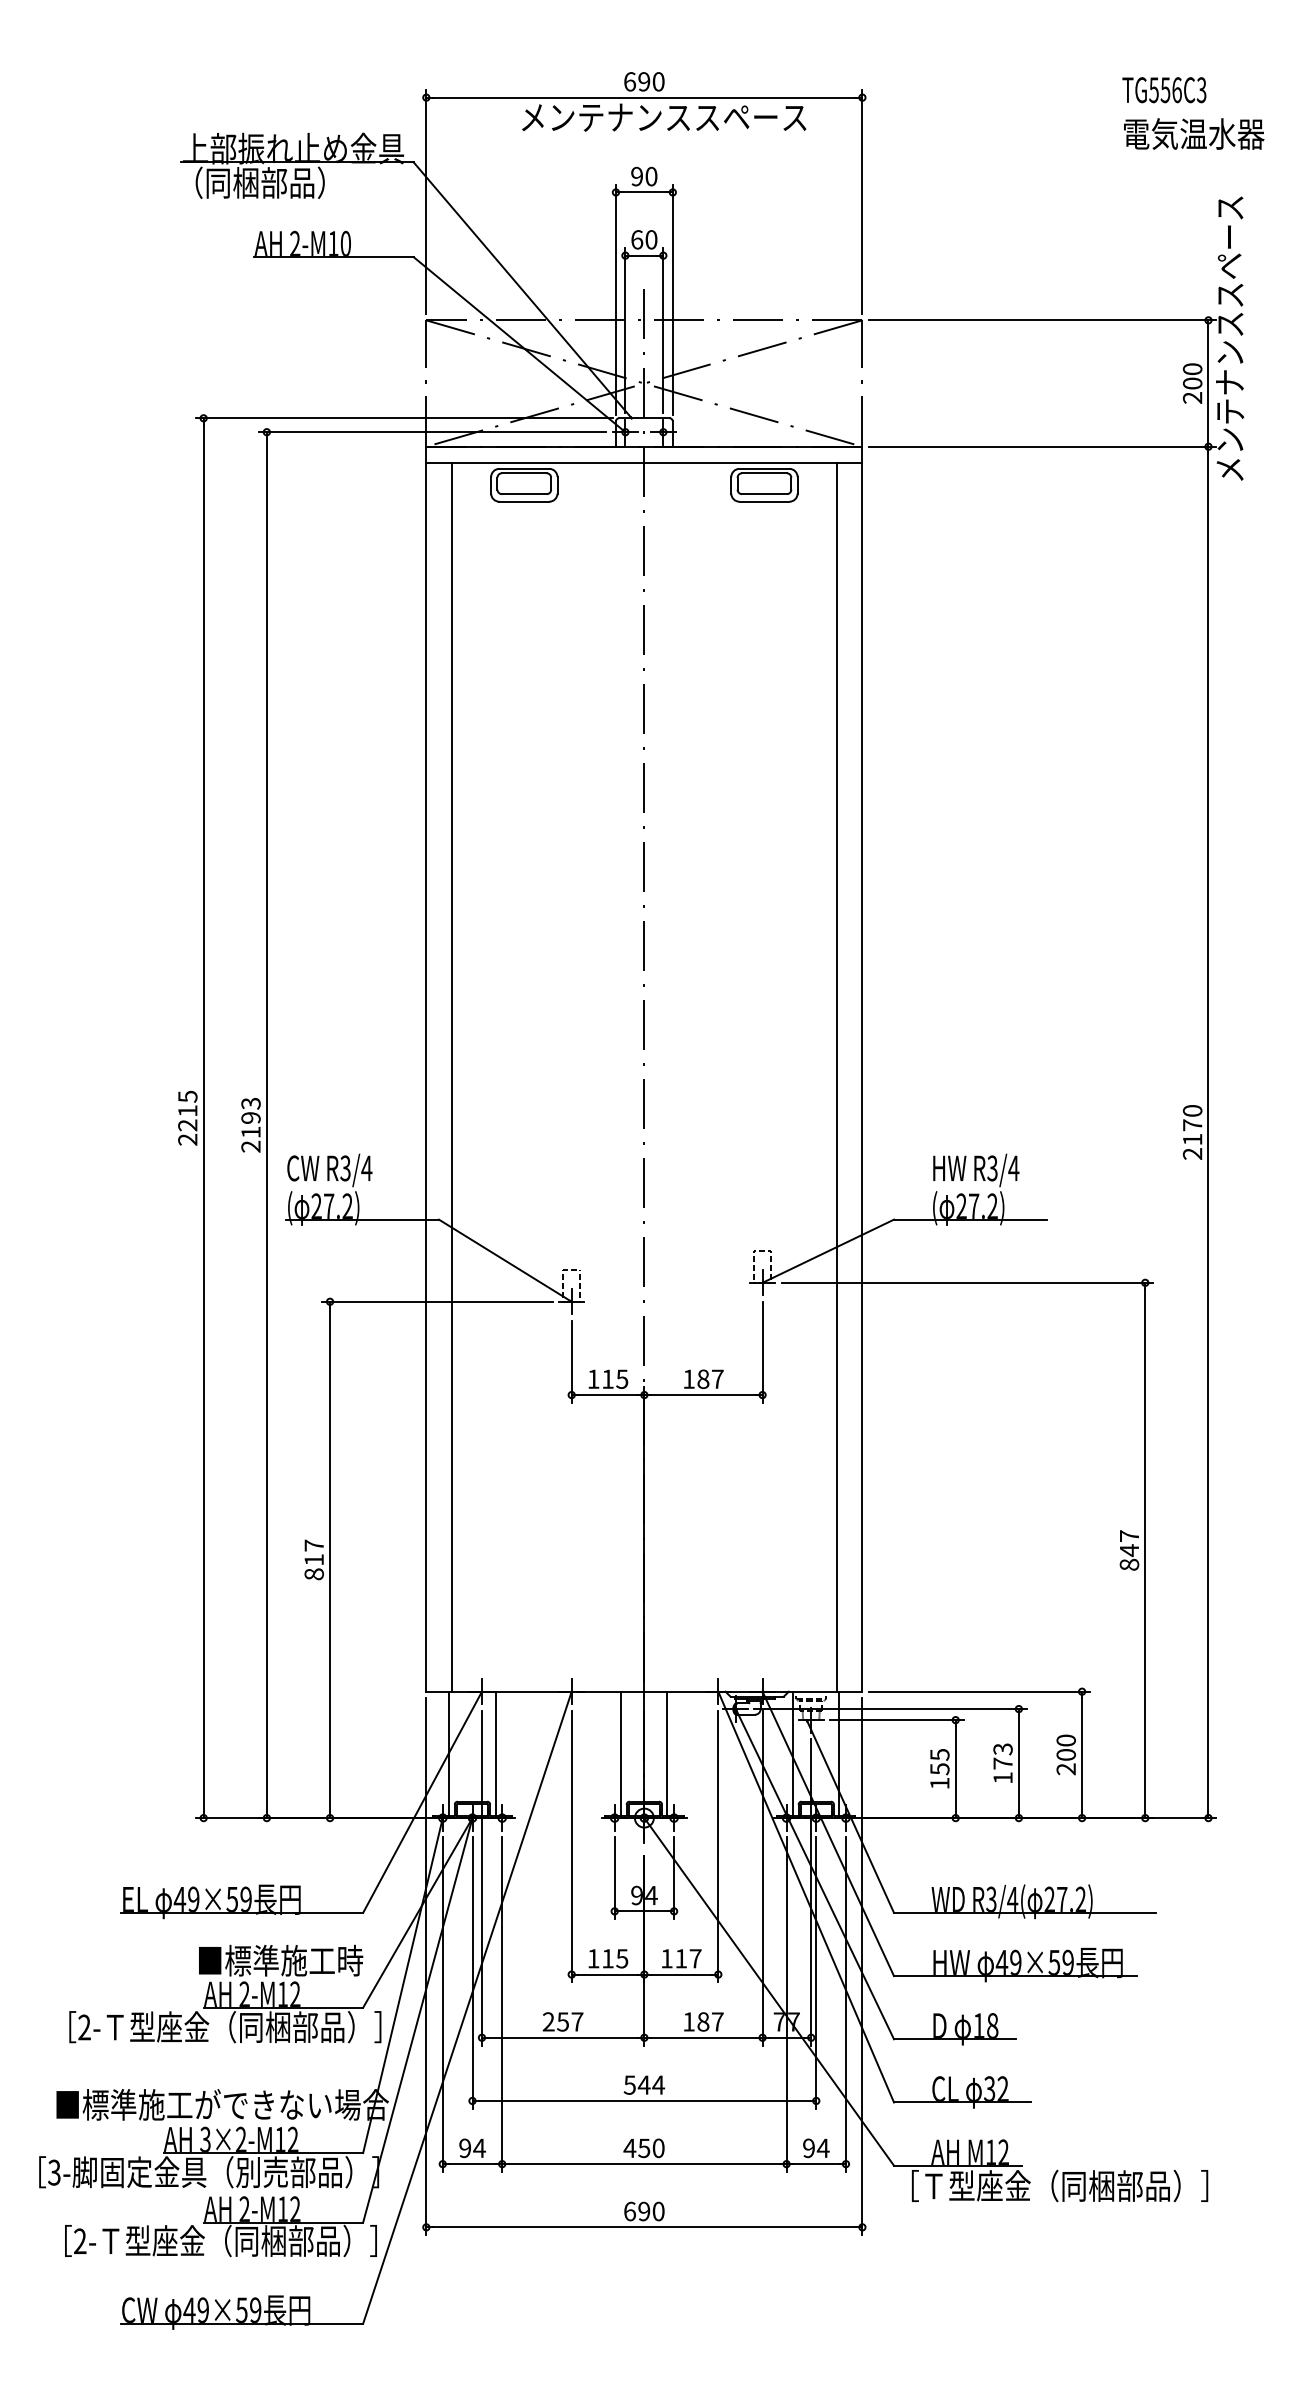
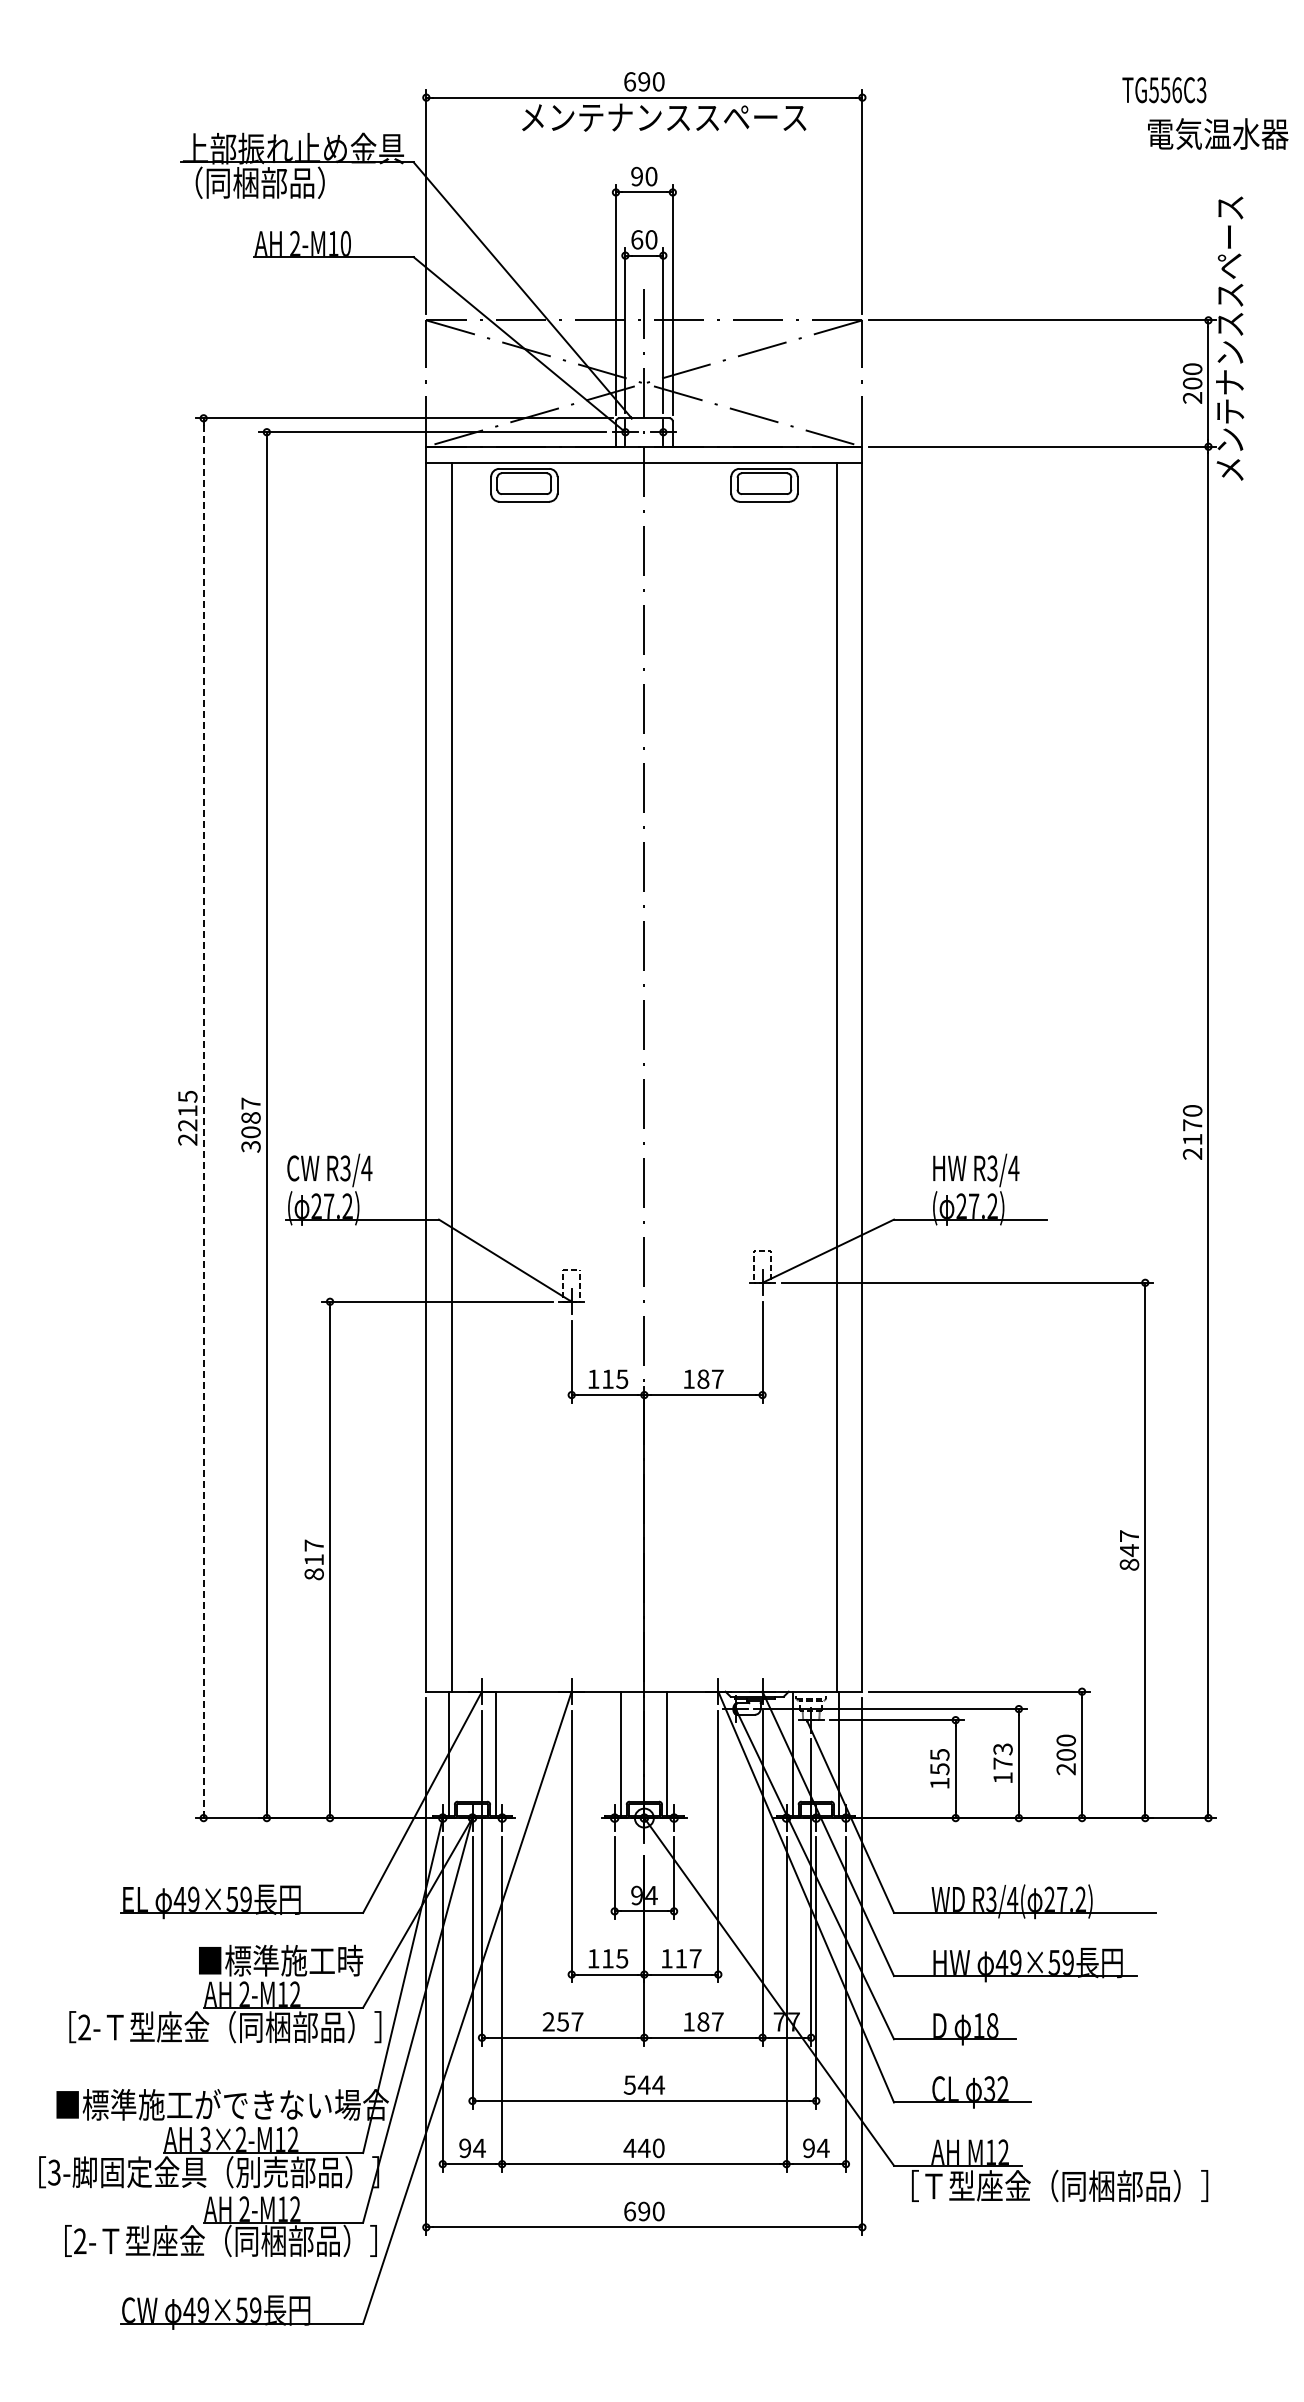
text at (1194, 133) position: (1194, 133) -> (1218, 133)
line at (203, 1118): solid -> dashed
text at (250, 1124): 2193 -> 3087
text at (643, 2148): 450 -> 440
